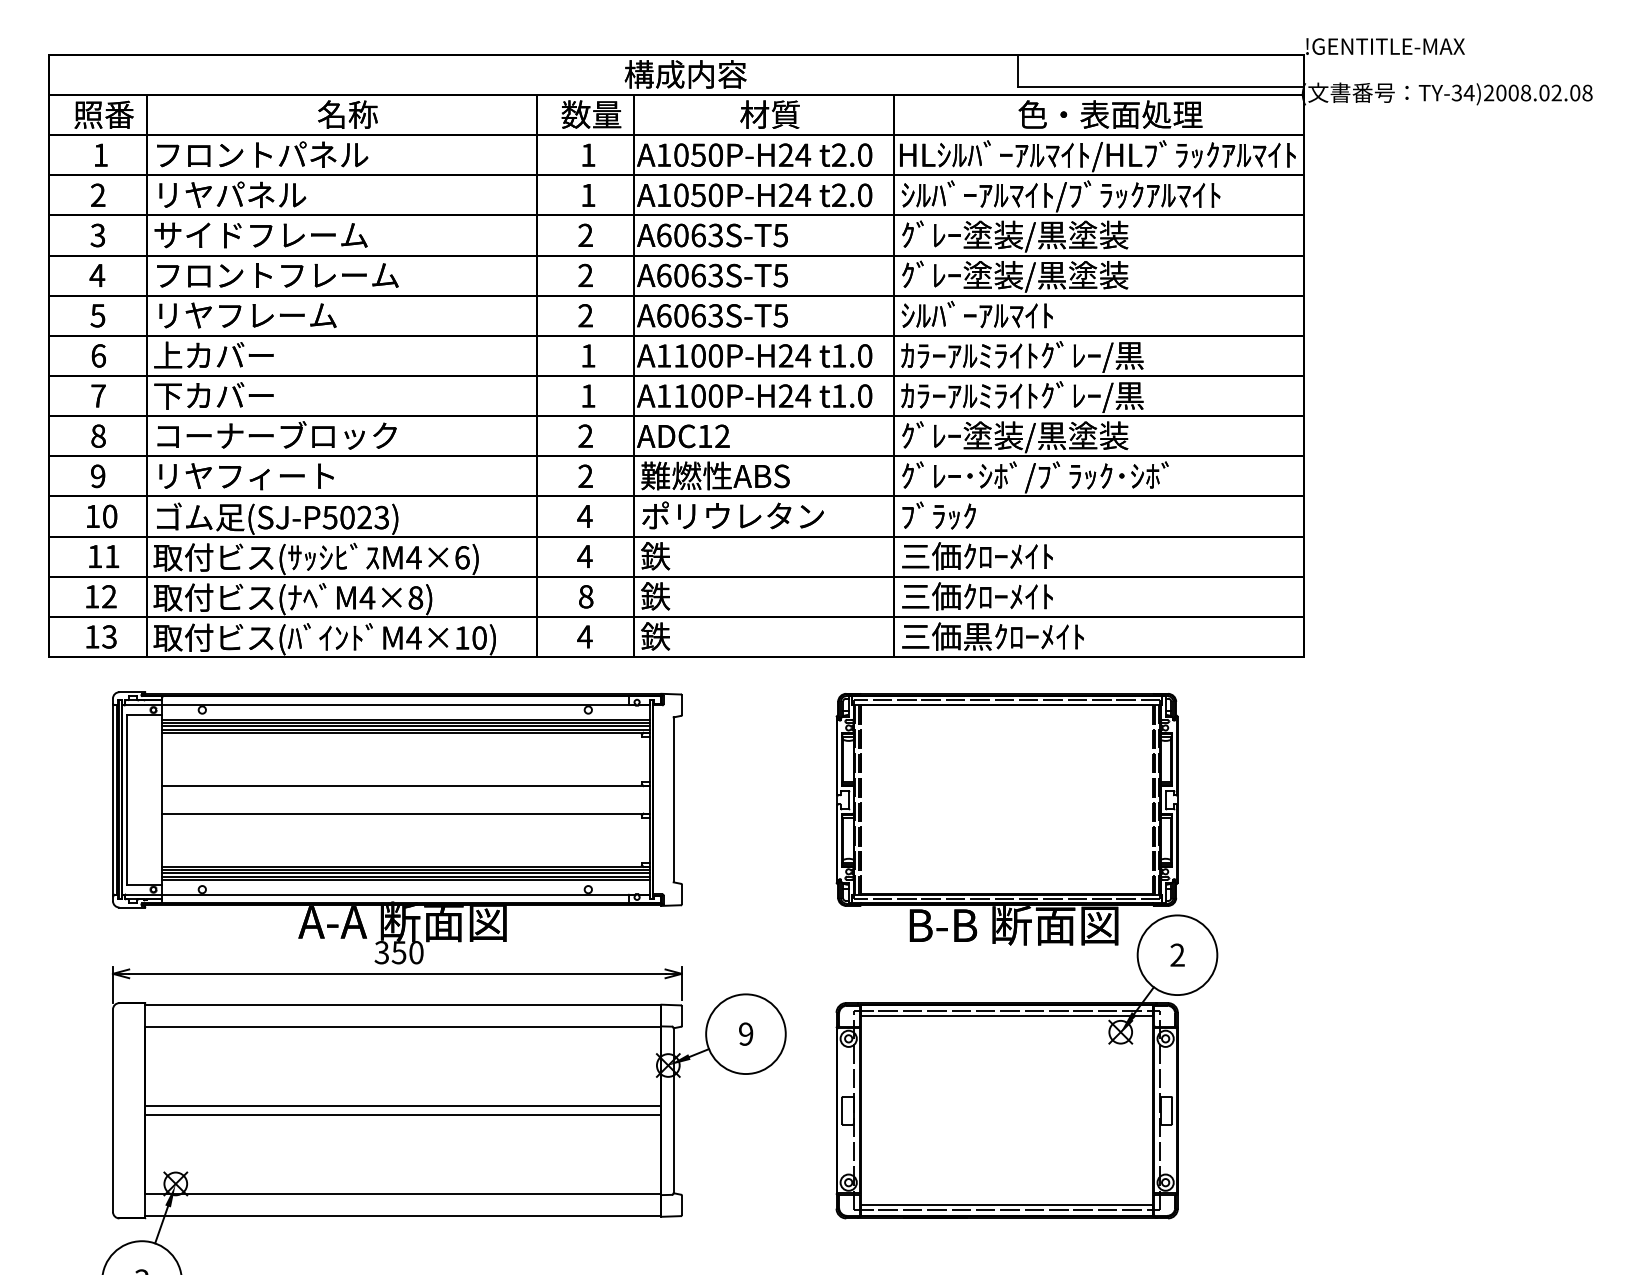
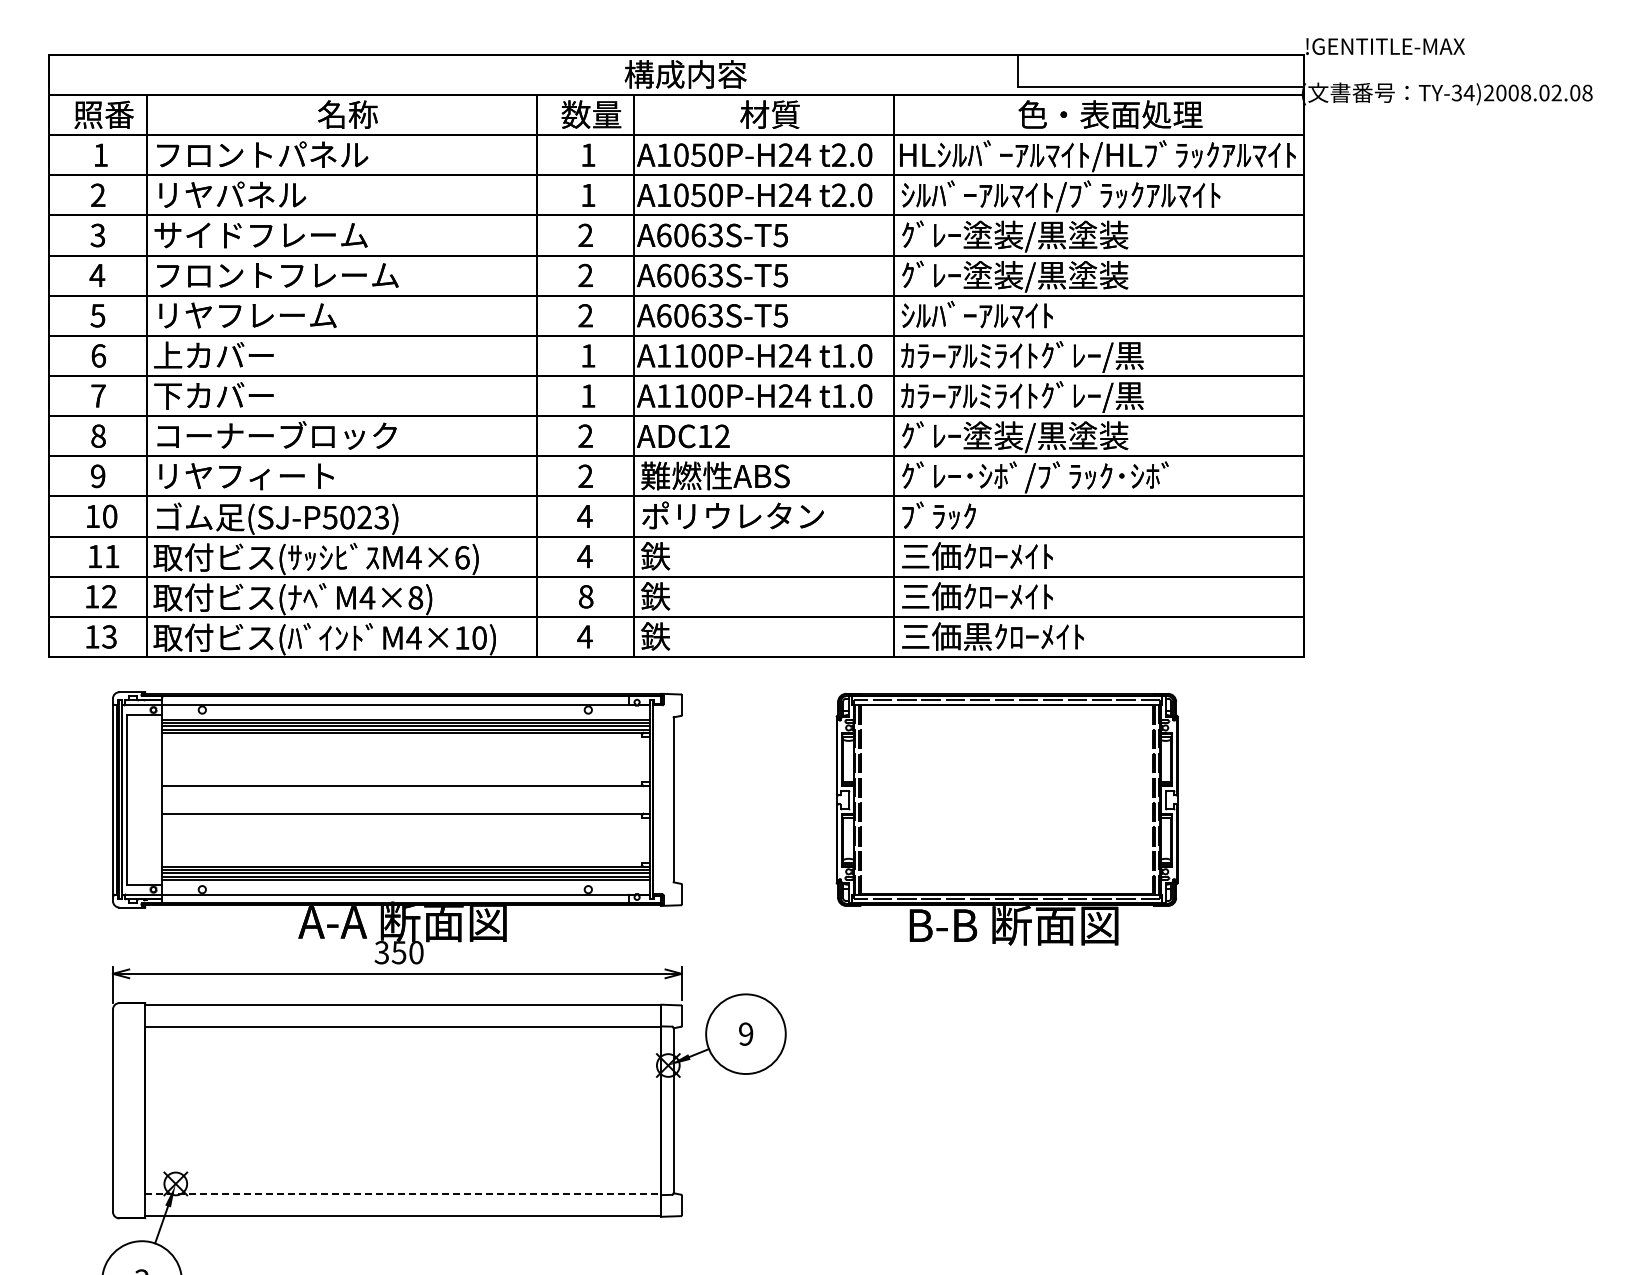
part at (1026, 1066): present -> none
line at (403, 1106): present -> none
line at (403, 1115): present -> none
line at (403, 1194): solid -> dashed
